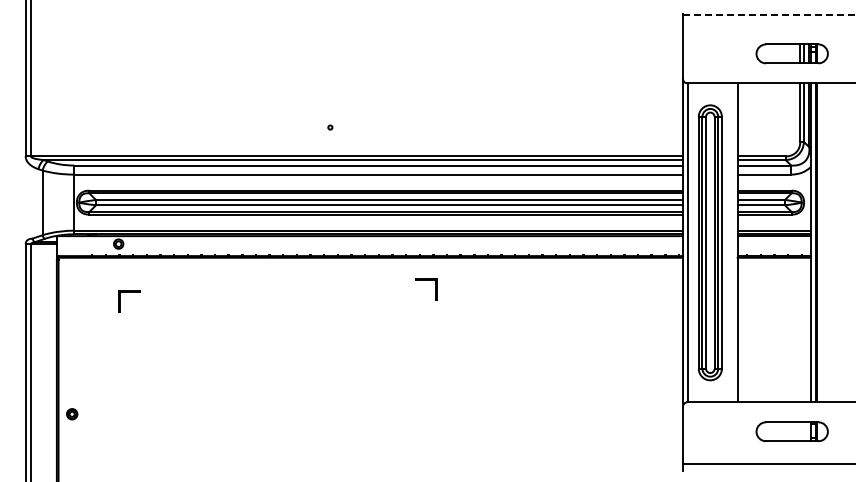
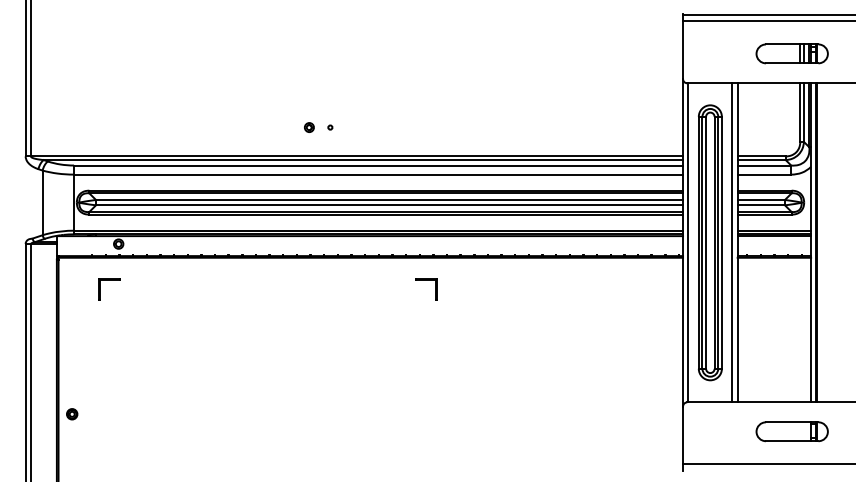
line at (769, 15): dashed -> solid
line at (767, 21): none -> present
part at (309, 127): none -> present
line at (732, 242): none -> present
part at (129, 292) position: (129, 292) -> (109, 280)
